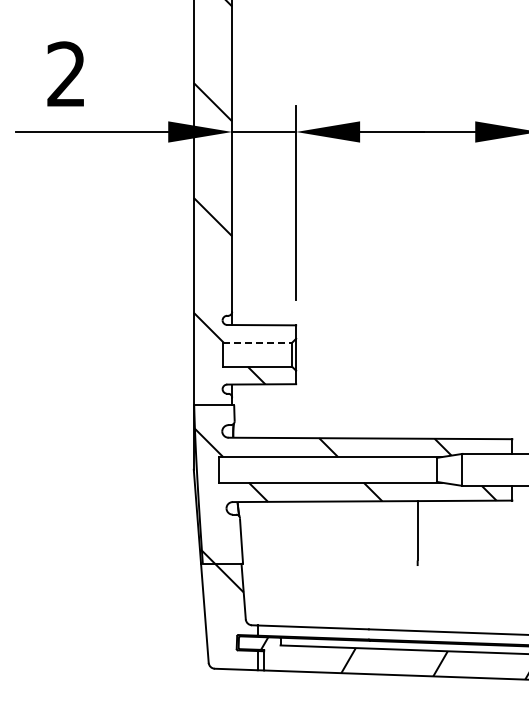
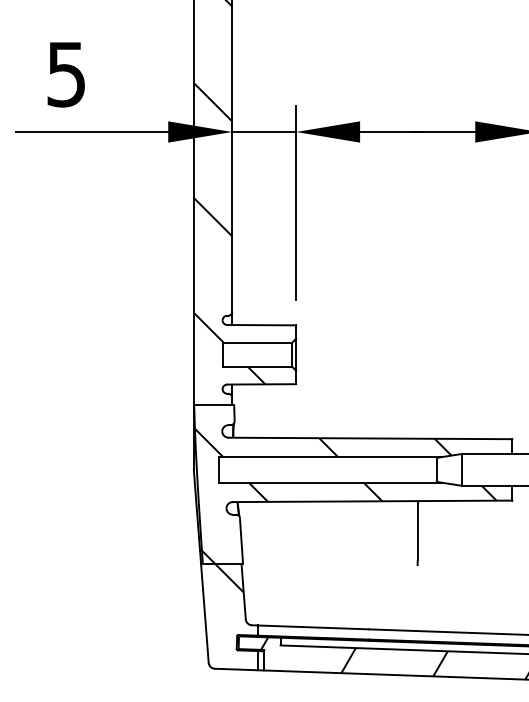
text at (65, 74): 2 -> 5
line at (257, 342): dashed -> solid
